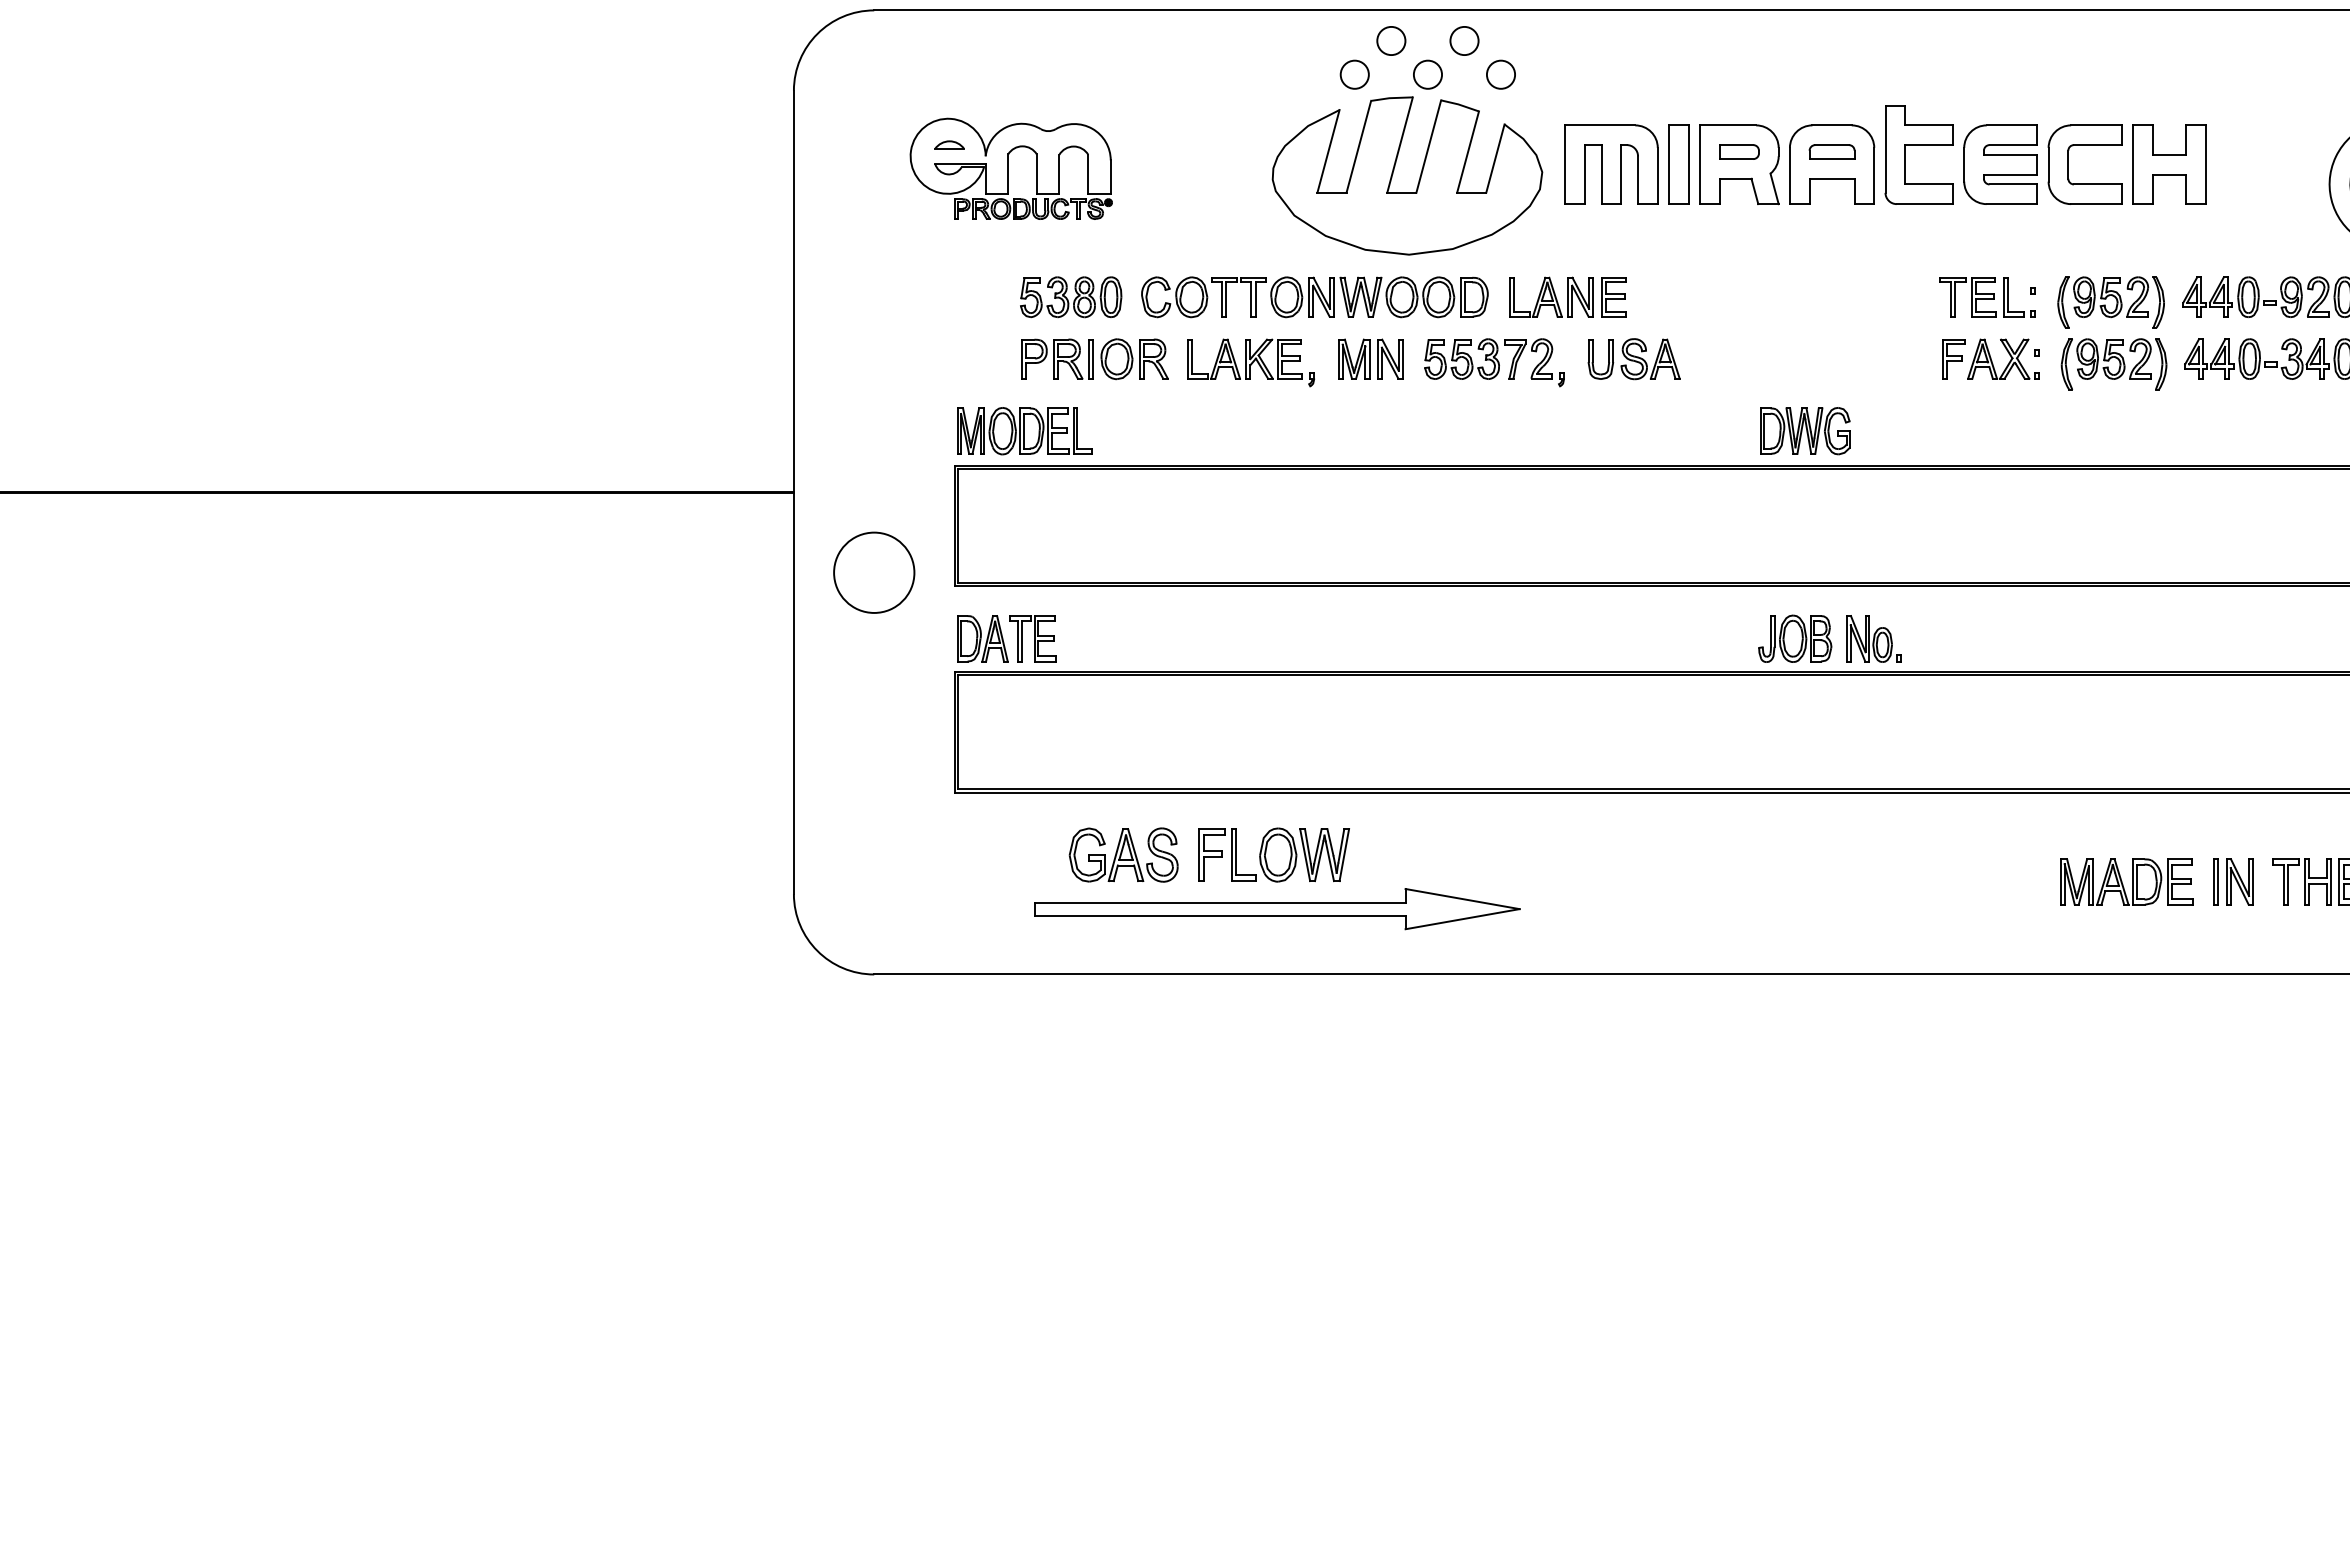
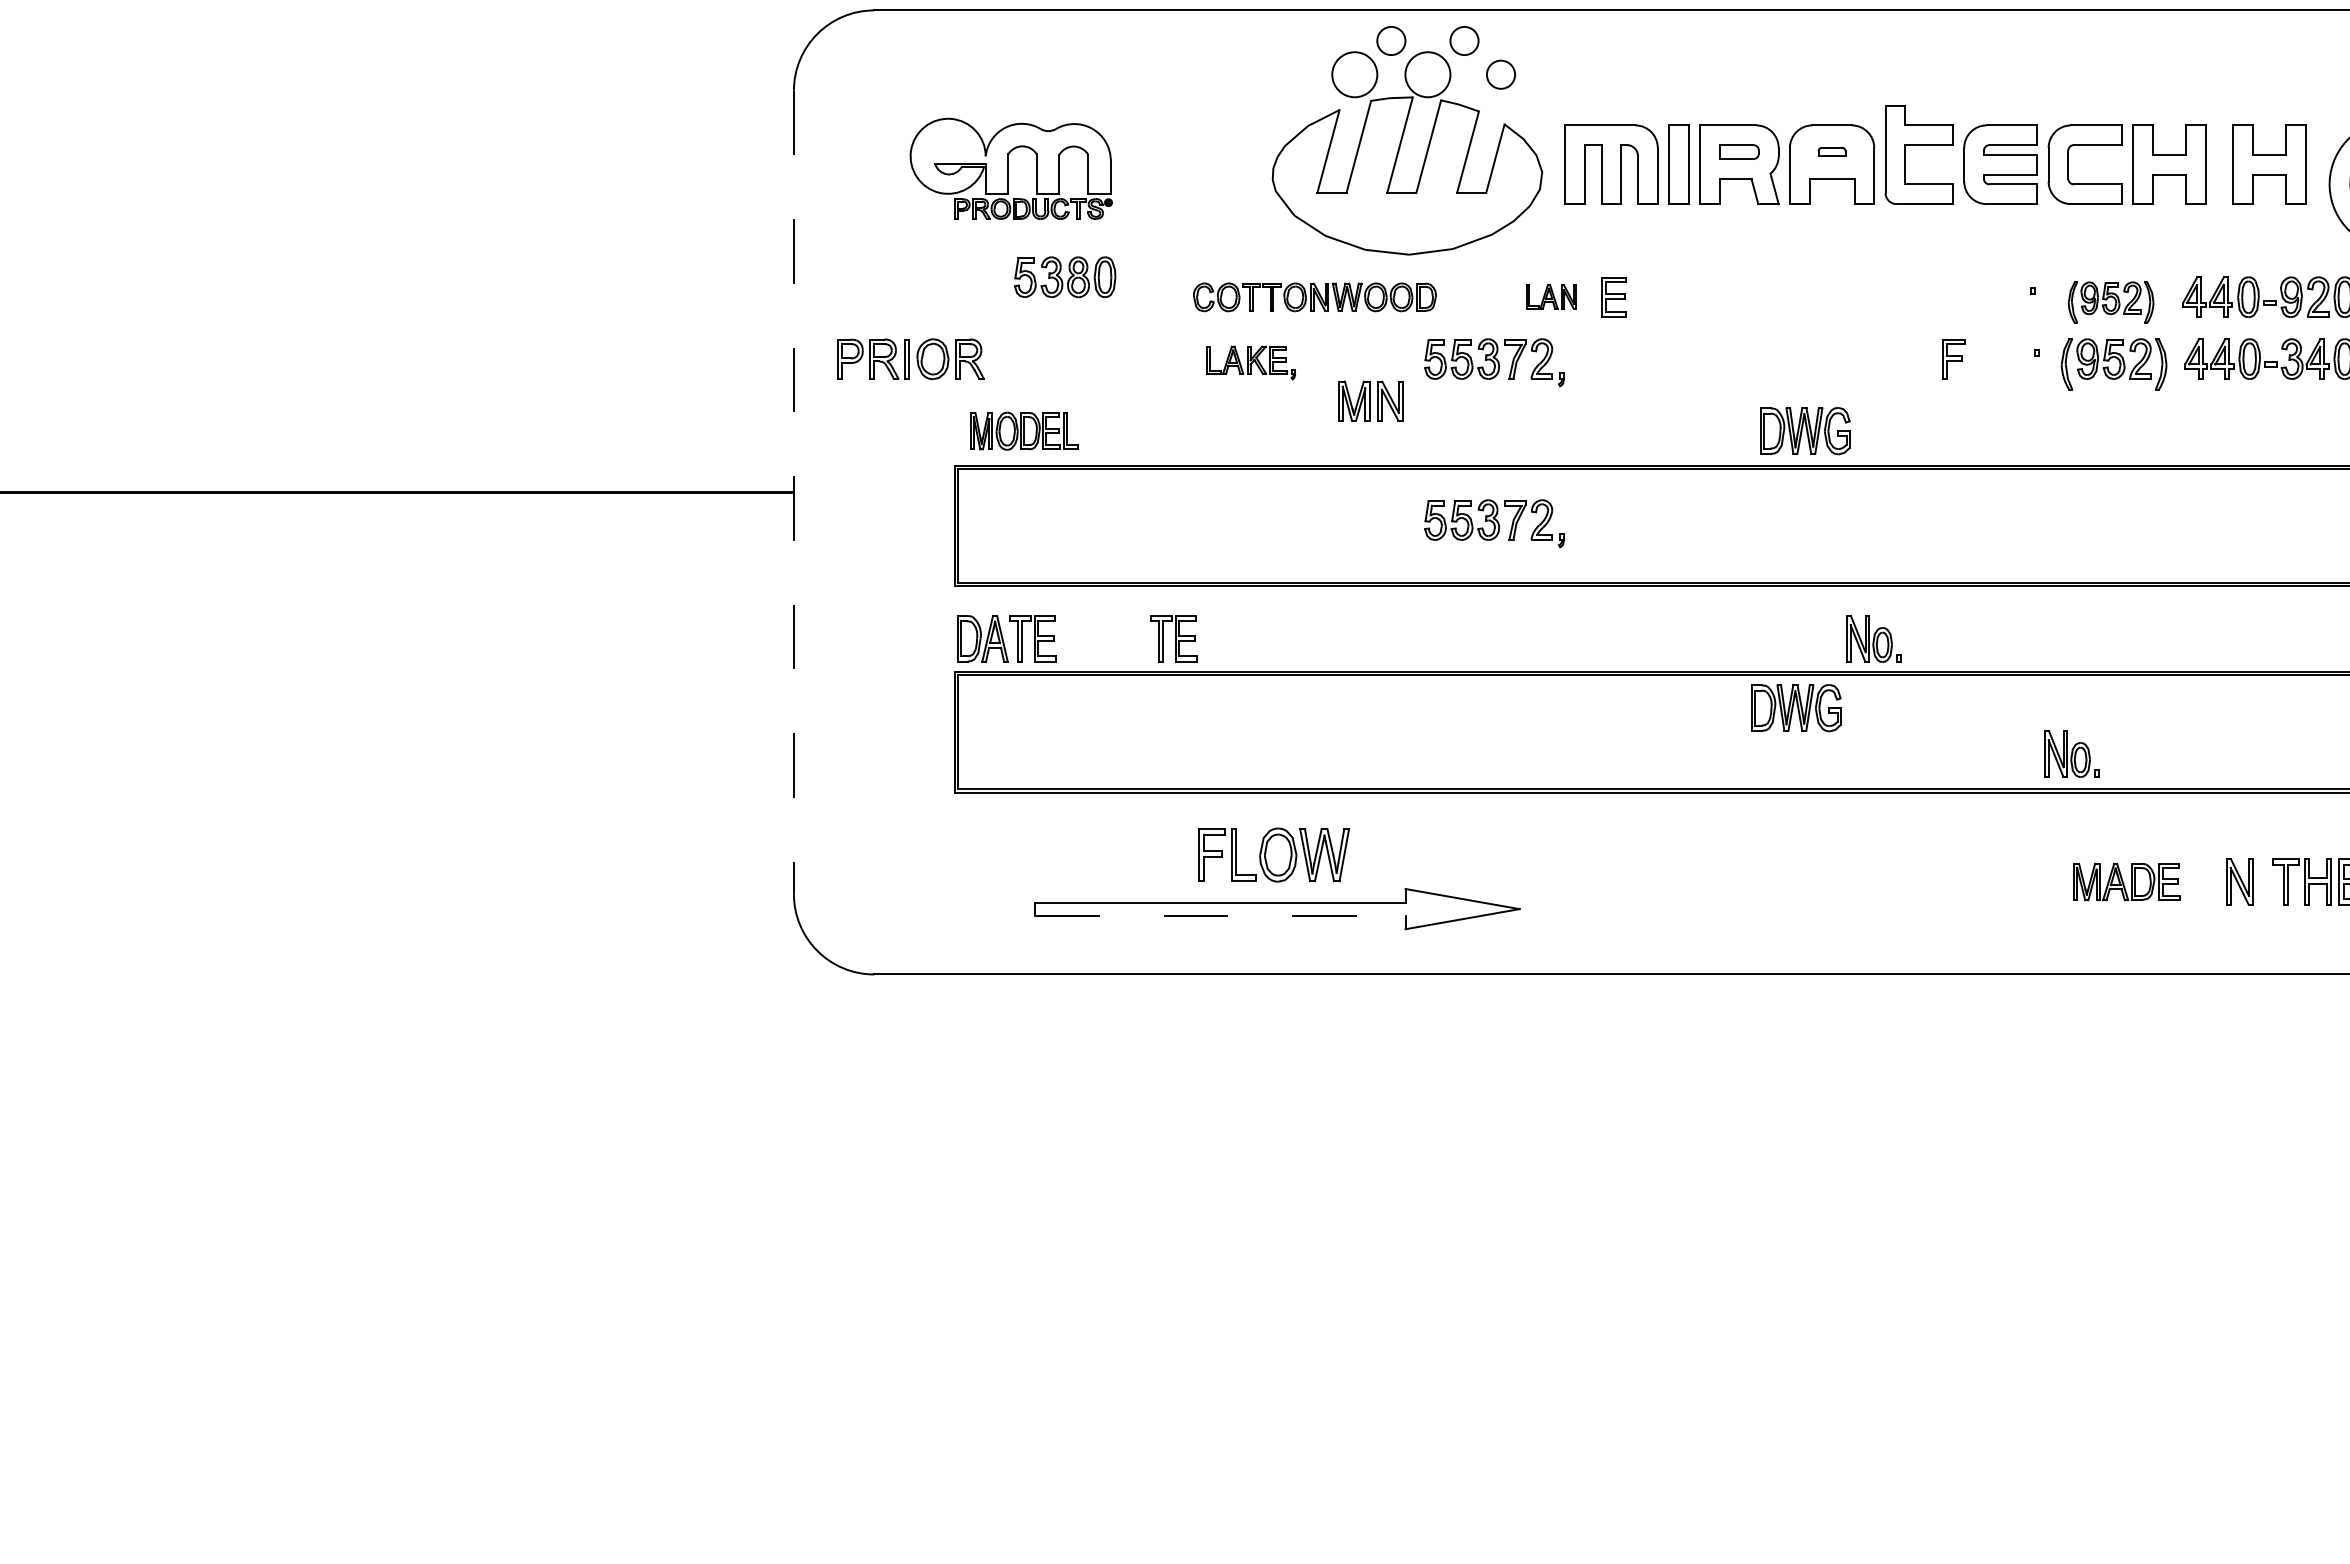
circle at (1354, 74) diameter: 28 px -> 45 px
circle at (1427, 74) diameter: 28 px -> 45 px
part at (949, 144): present -> none
part at (1831, 151) size: 48x16 px -> 30x10 px
part at (2269, 164): none -> present
part at (1551, 296) size: 85x42 px -> 51x26 px
part at (1071, 297) position: (1071, 297) -> (1065, 277)
part at (1314, 297) size: 348x43 px -> 244x31 px
part at (1987, 297): present -> none
part at (2110, 302) size: 108x53 px -> 88x43 px
part at (1370, 358) position: (1370, 358) -> (1370, 400)
part at (1094, 359) position: (1094, 359) -> (910, 359)
part at (1633, 359): present -> none
part at (1250, 362) size: 128x50 px -> 91x36 px
part at (2008, 362): present -> none
part at (1024, 431) size: 136x49 px -> 109x40 px
line at (793, 492): solid -> dashed
part at (1494, 523): none -> present
circle at (874, 572): present -> none
part at (1173, 638): none -> present
part at (1795, 638): present -> none
part at (1796, 708): none -> present
part at (2071, 753): none -> present
part at (1123, 854): present -> none
part at (2126, 881) size: 134x48 px -> 108x40 px
part at (2215, 881): present -> none
line at (1220, 915): solid -> dashed
